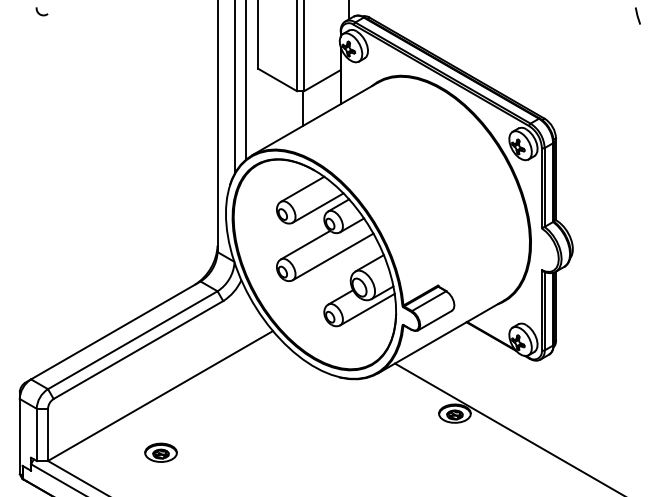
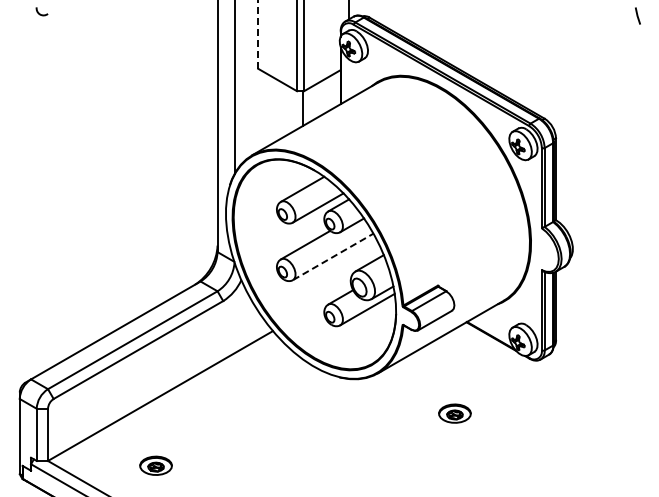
line at (258, 34): solid -> dashed
line at (245, 80): present -> none
line at (333, 256): solid -> dashed
line at (507, 428): present -> none
part at (160, 452) position: (160, 452) -> (155, 465)
